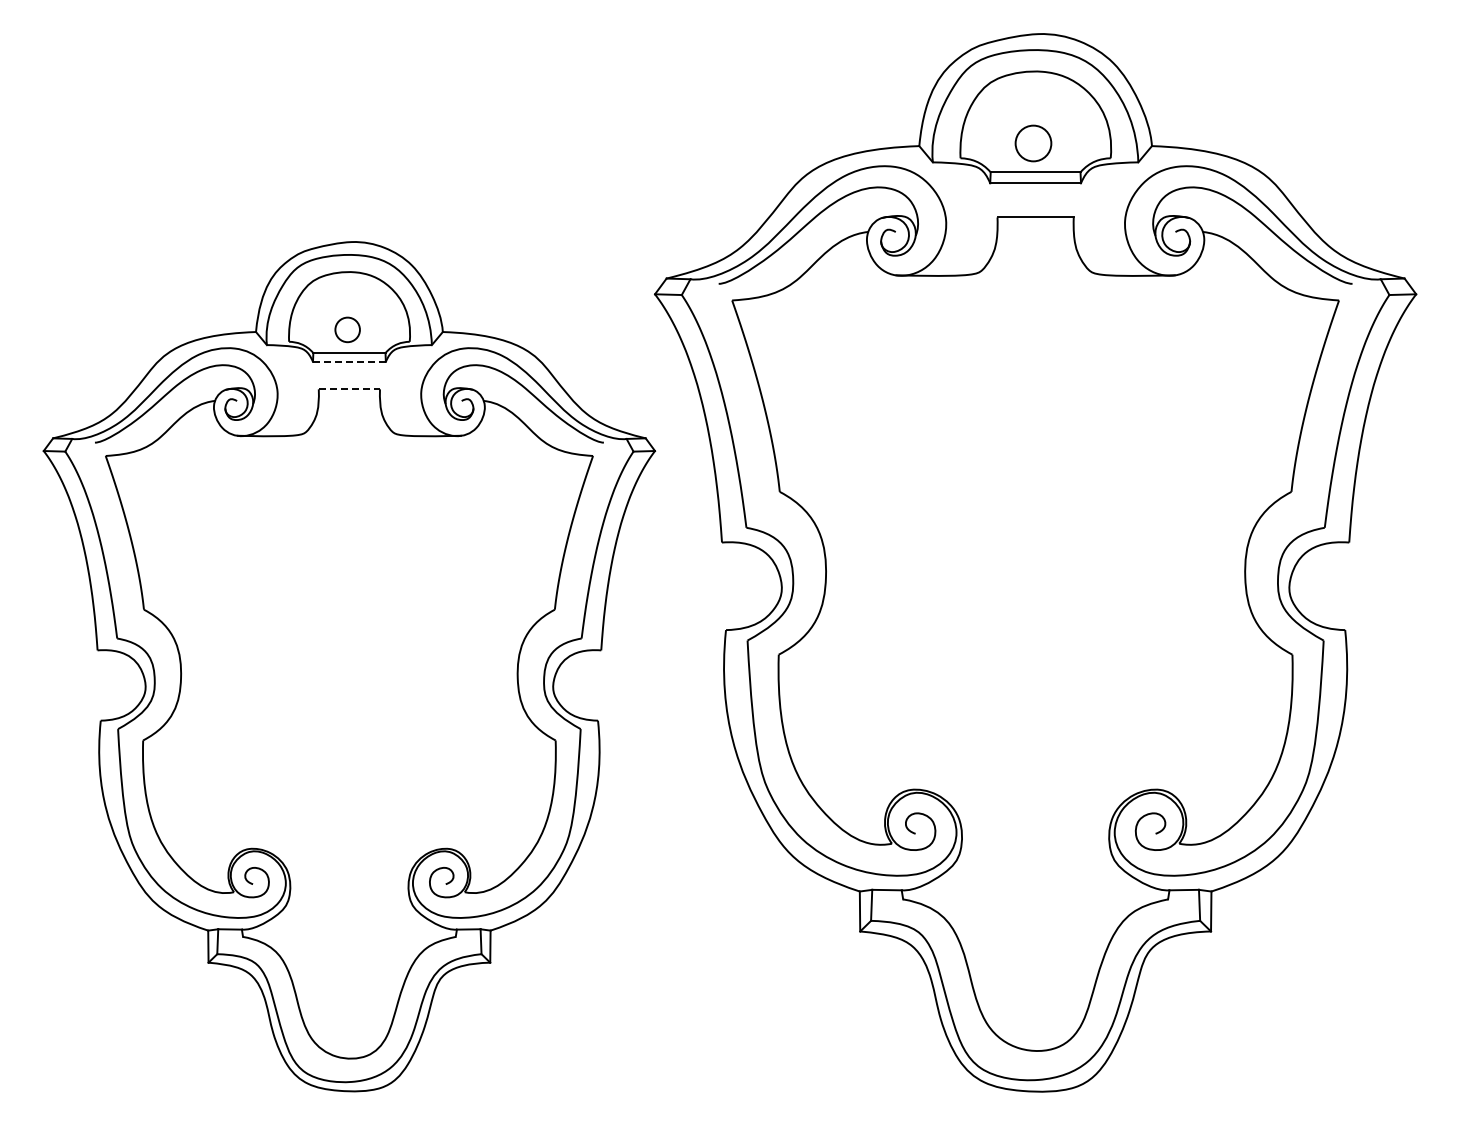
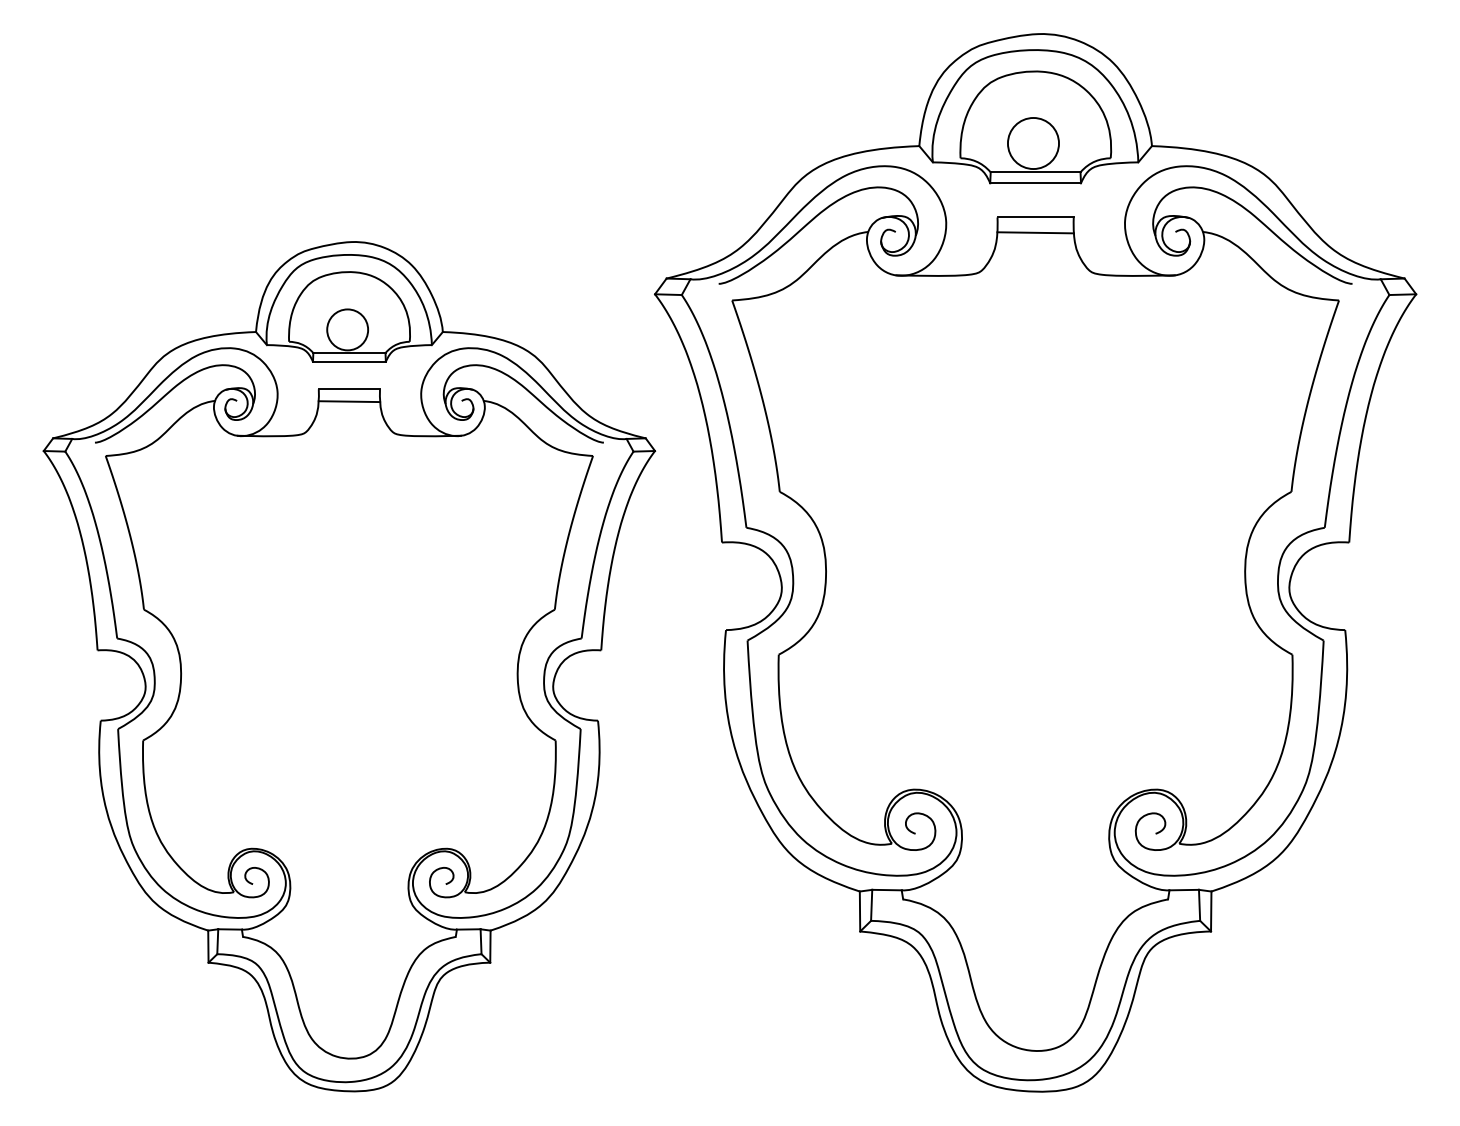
circle at (1033, 143) diameter: 36 px -> 51 px
line at (1035, 232): none -> present
circle at (347, 329) diameter: 25 px -> 41 px
line at (349, 361): dashed -> solid
line at (349, 389): dashed -> solid
line at (349, 401): none -> present
